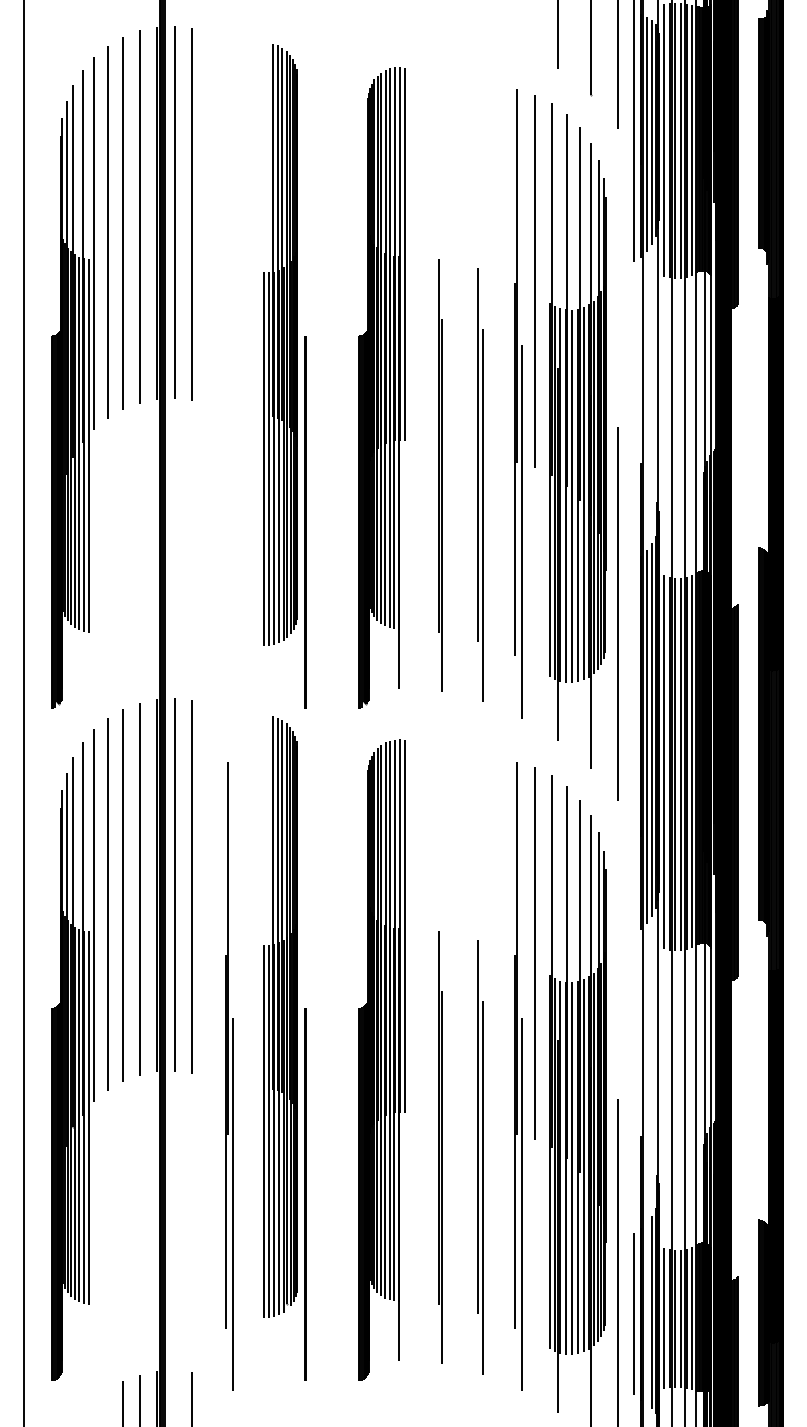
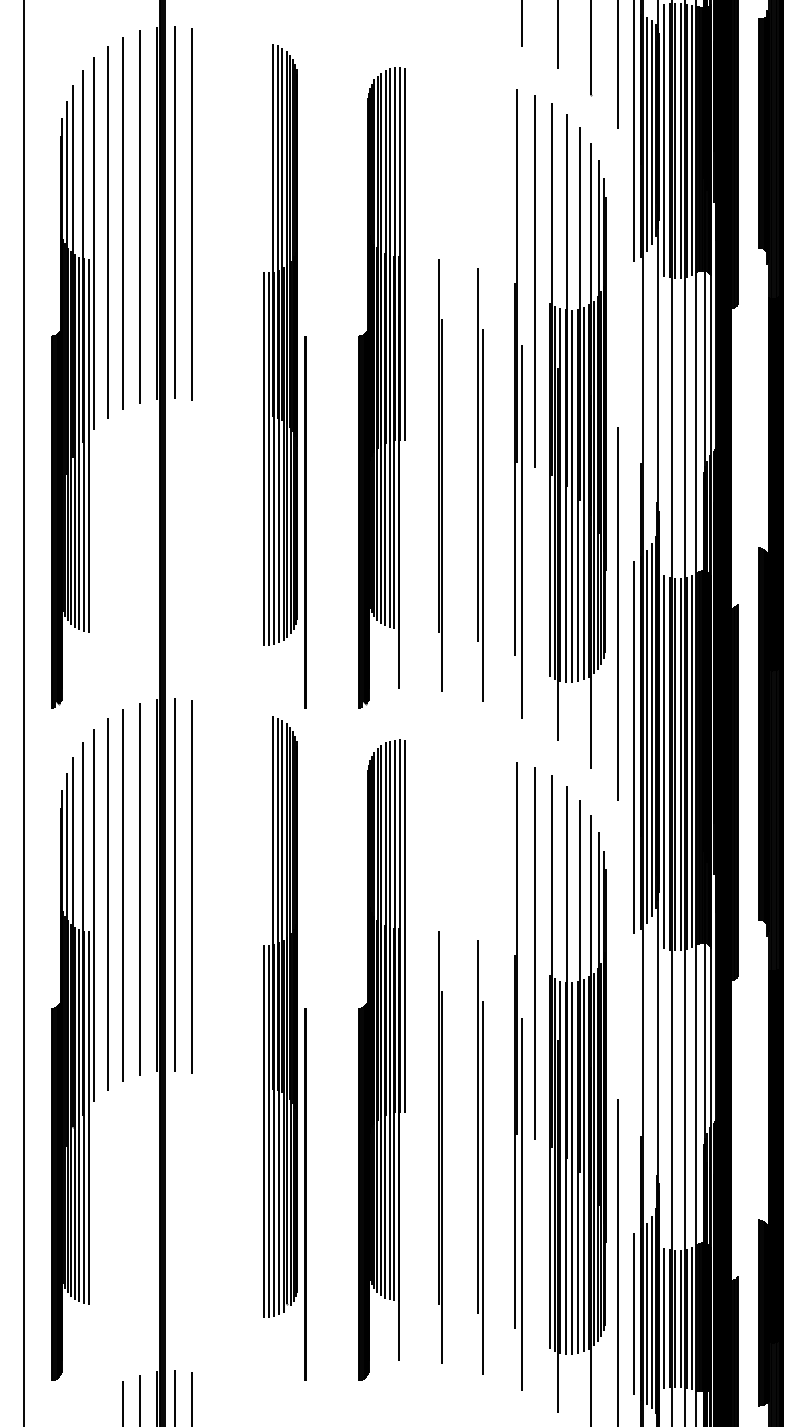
line at (521, 24): none -> present
line at (634, 747): none -> present
part at (229, 1076): present -> none
line at (647, 1313): none -> present
line at (174, 1396): none -> present
